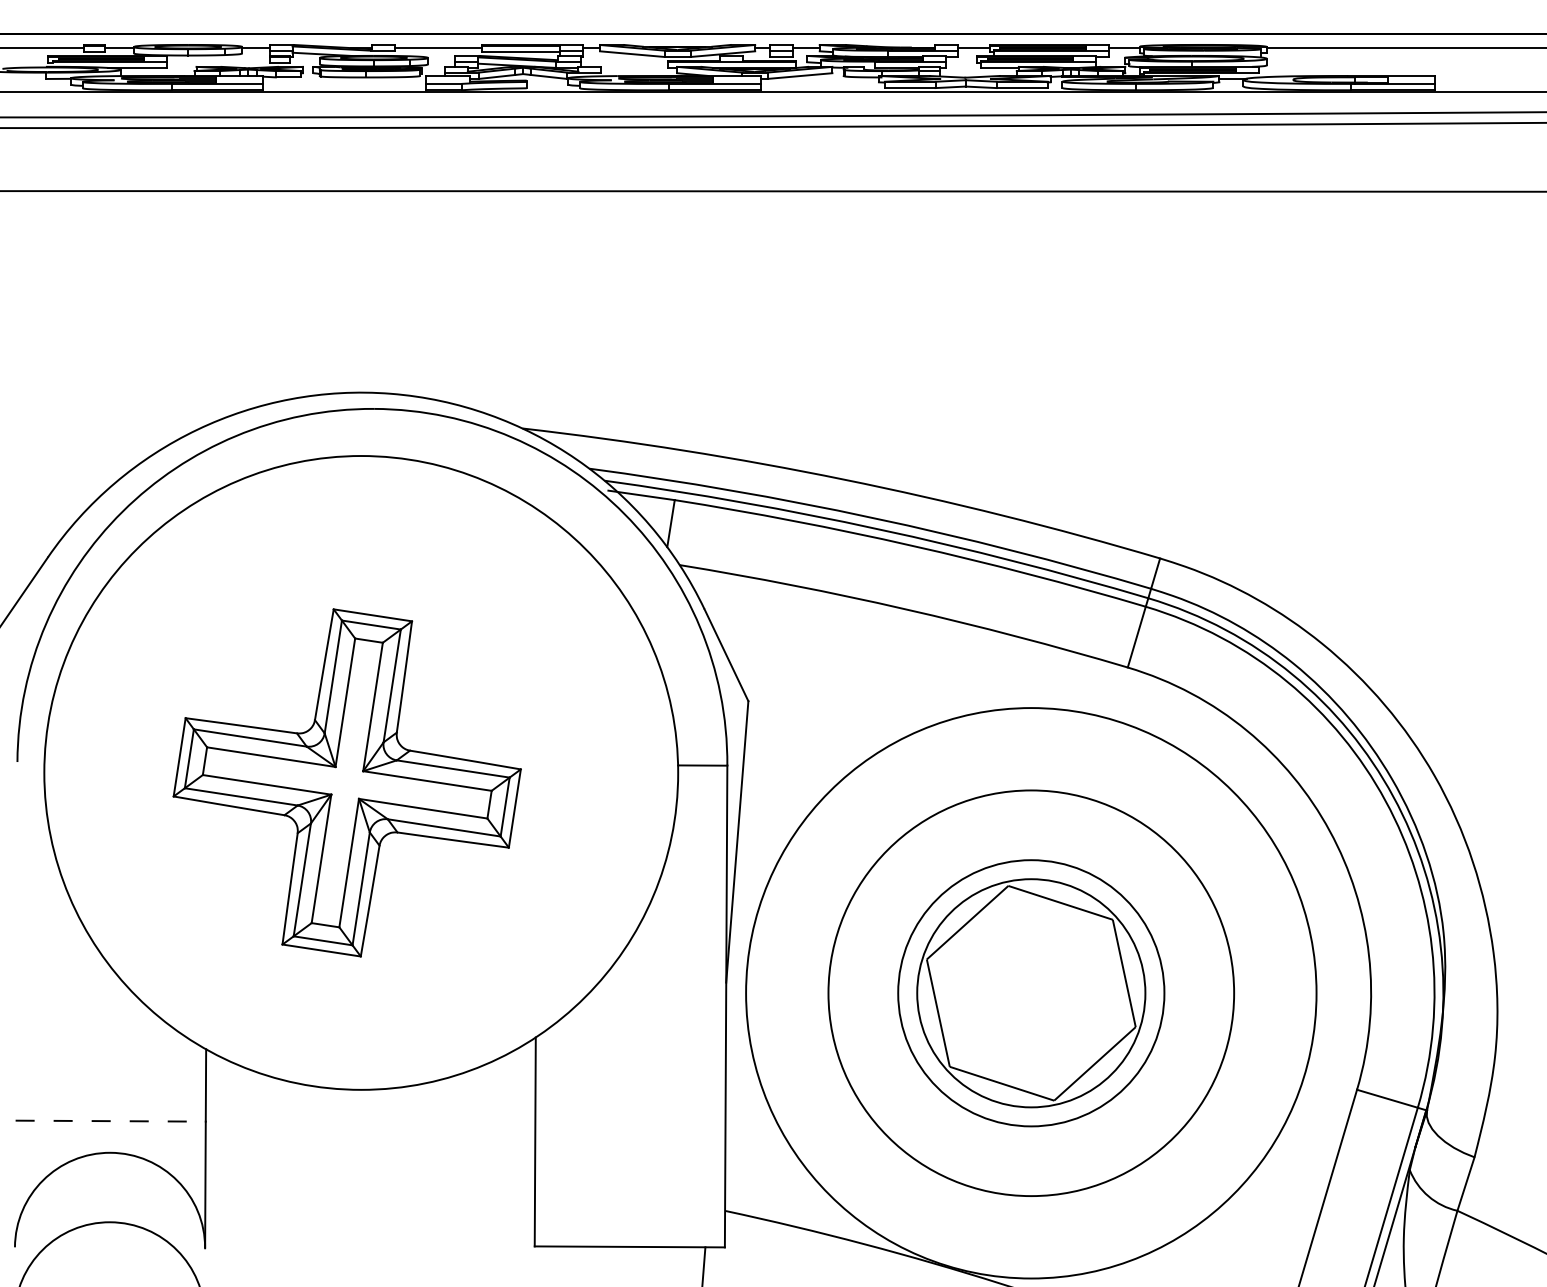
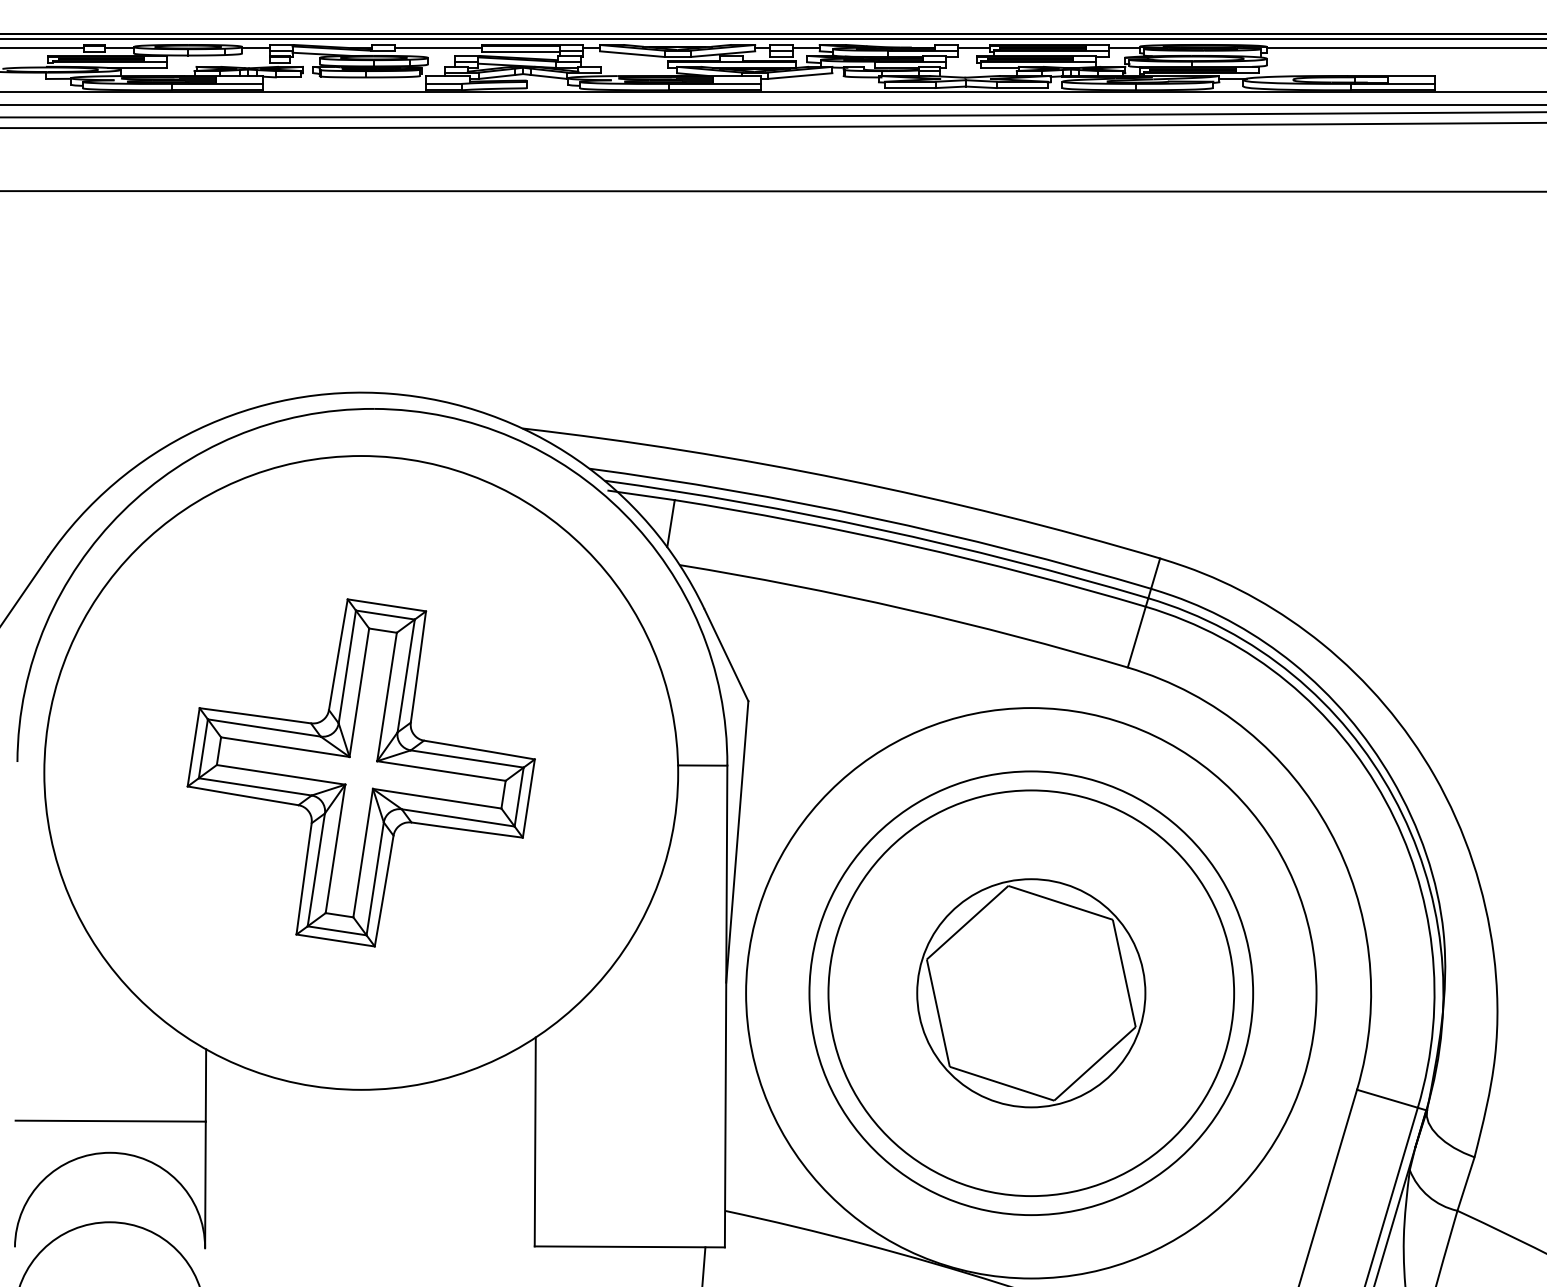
line at (772, 38): none -> present
line at (772, 105): none -> present
part at (346, 782) position: (346, 782) -> (360, 772)
circle at (1031, 993) diameter: 266 px -> 444 px
line at (111, 1121): dashed -> solid
